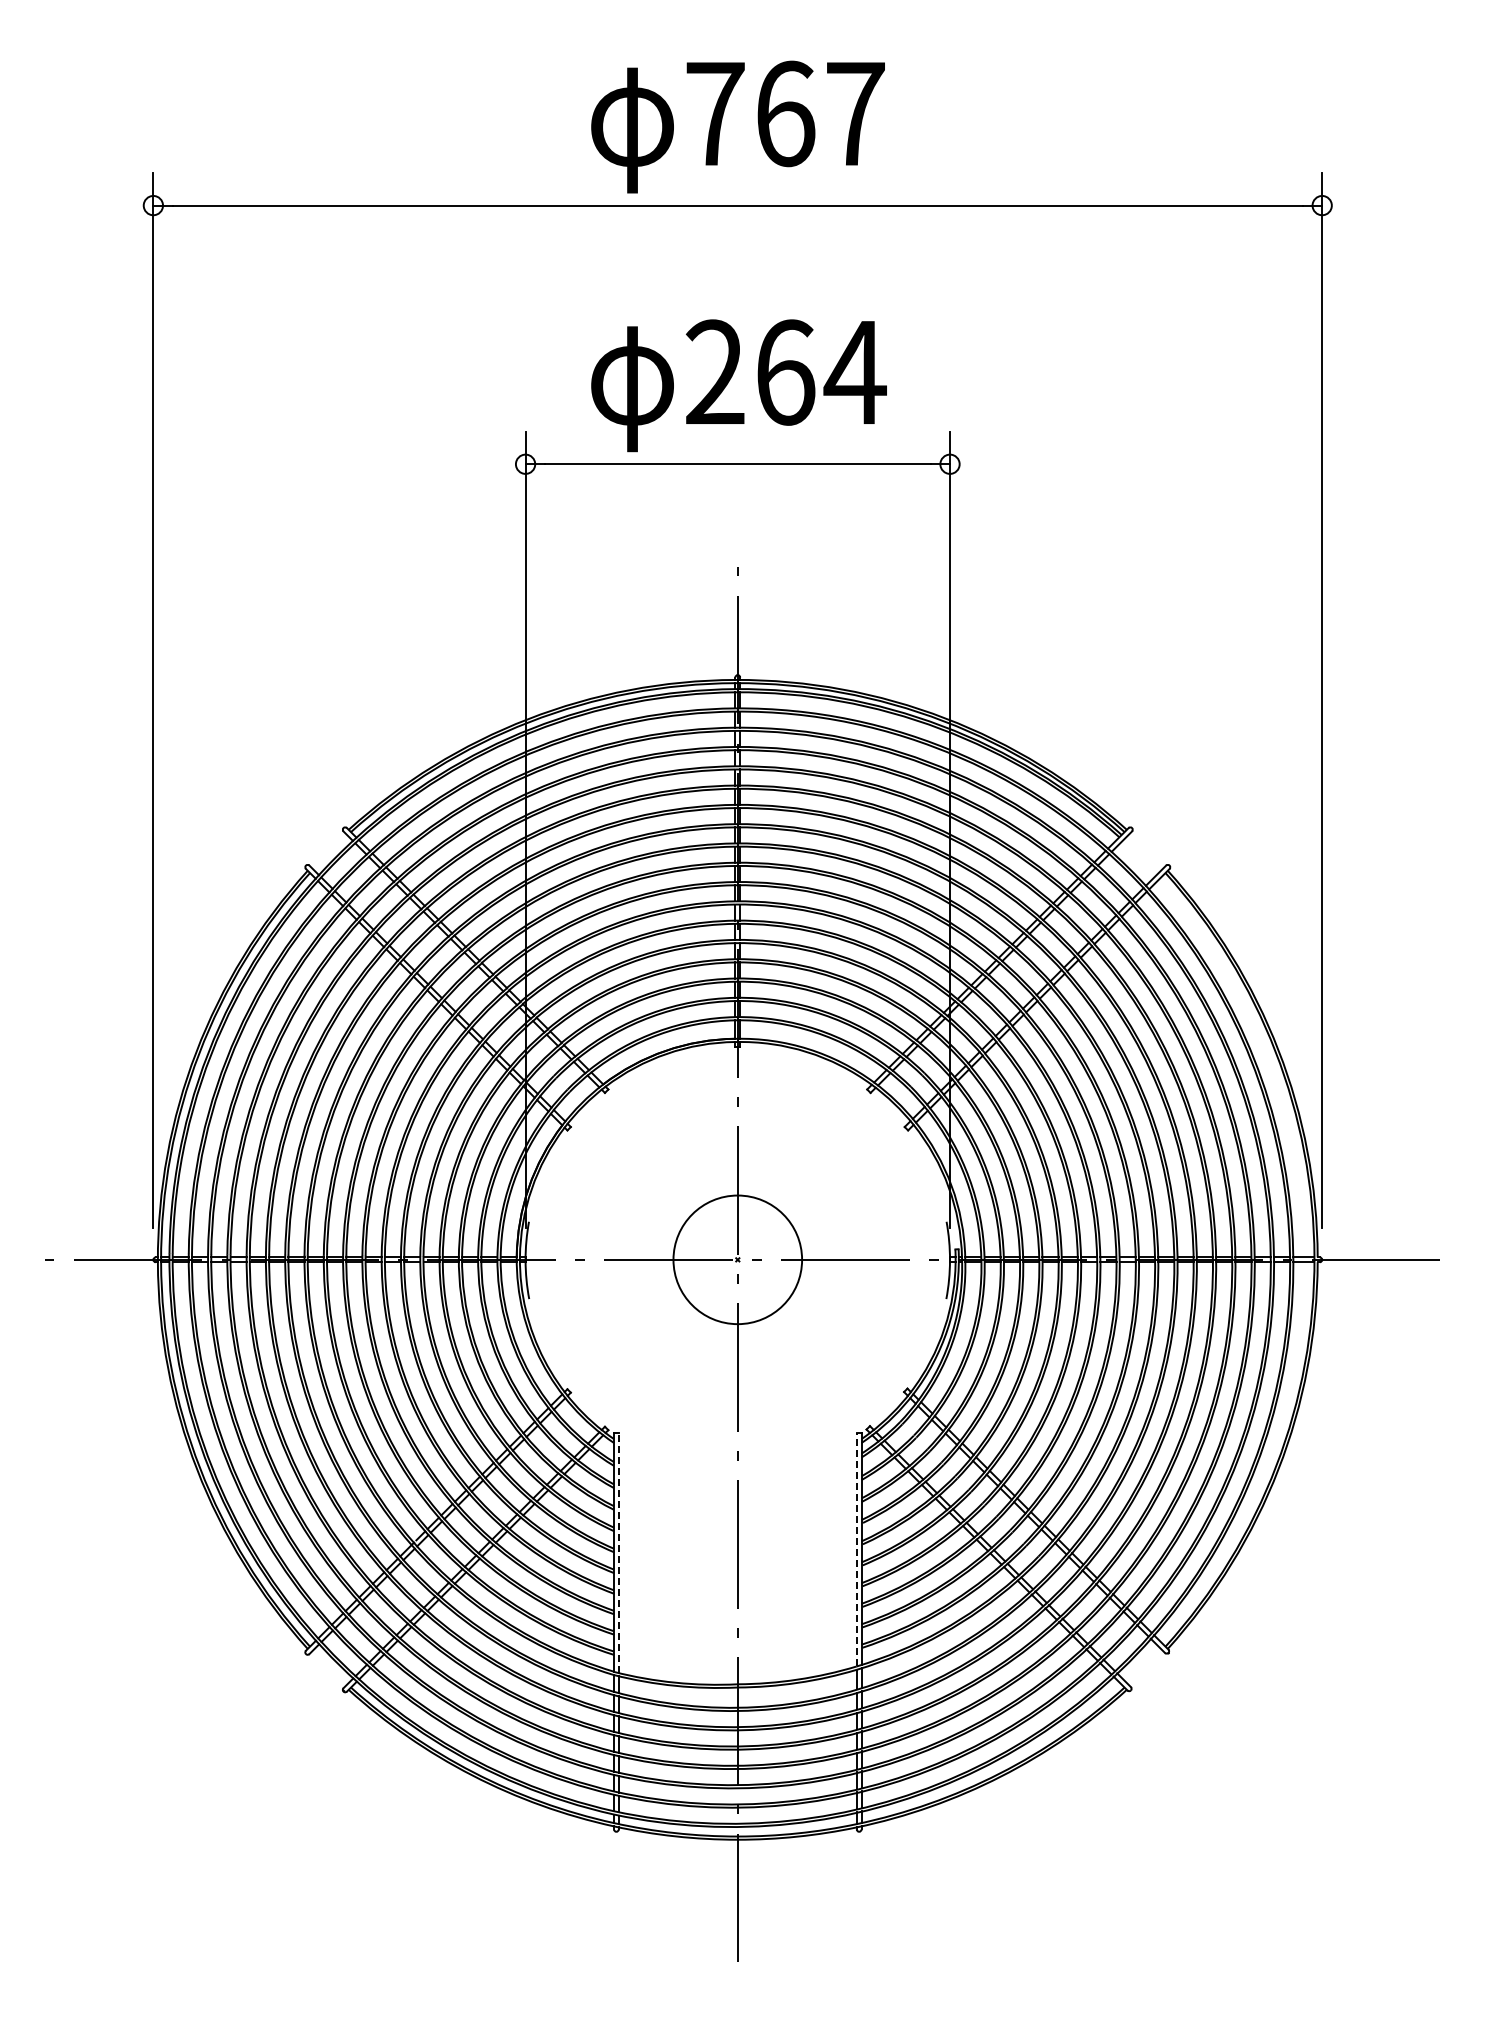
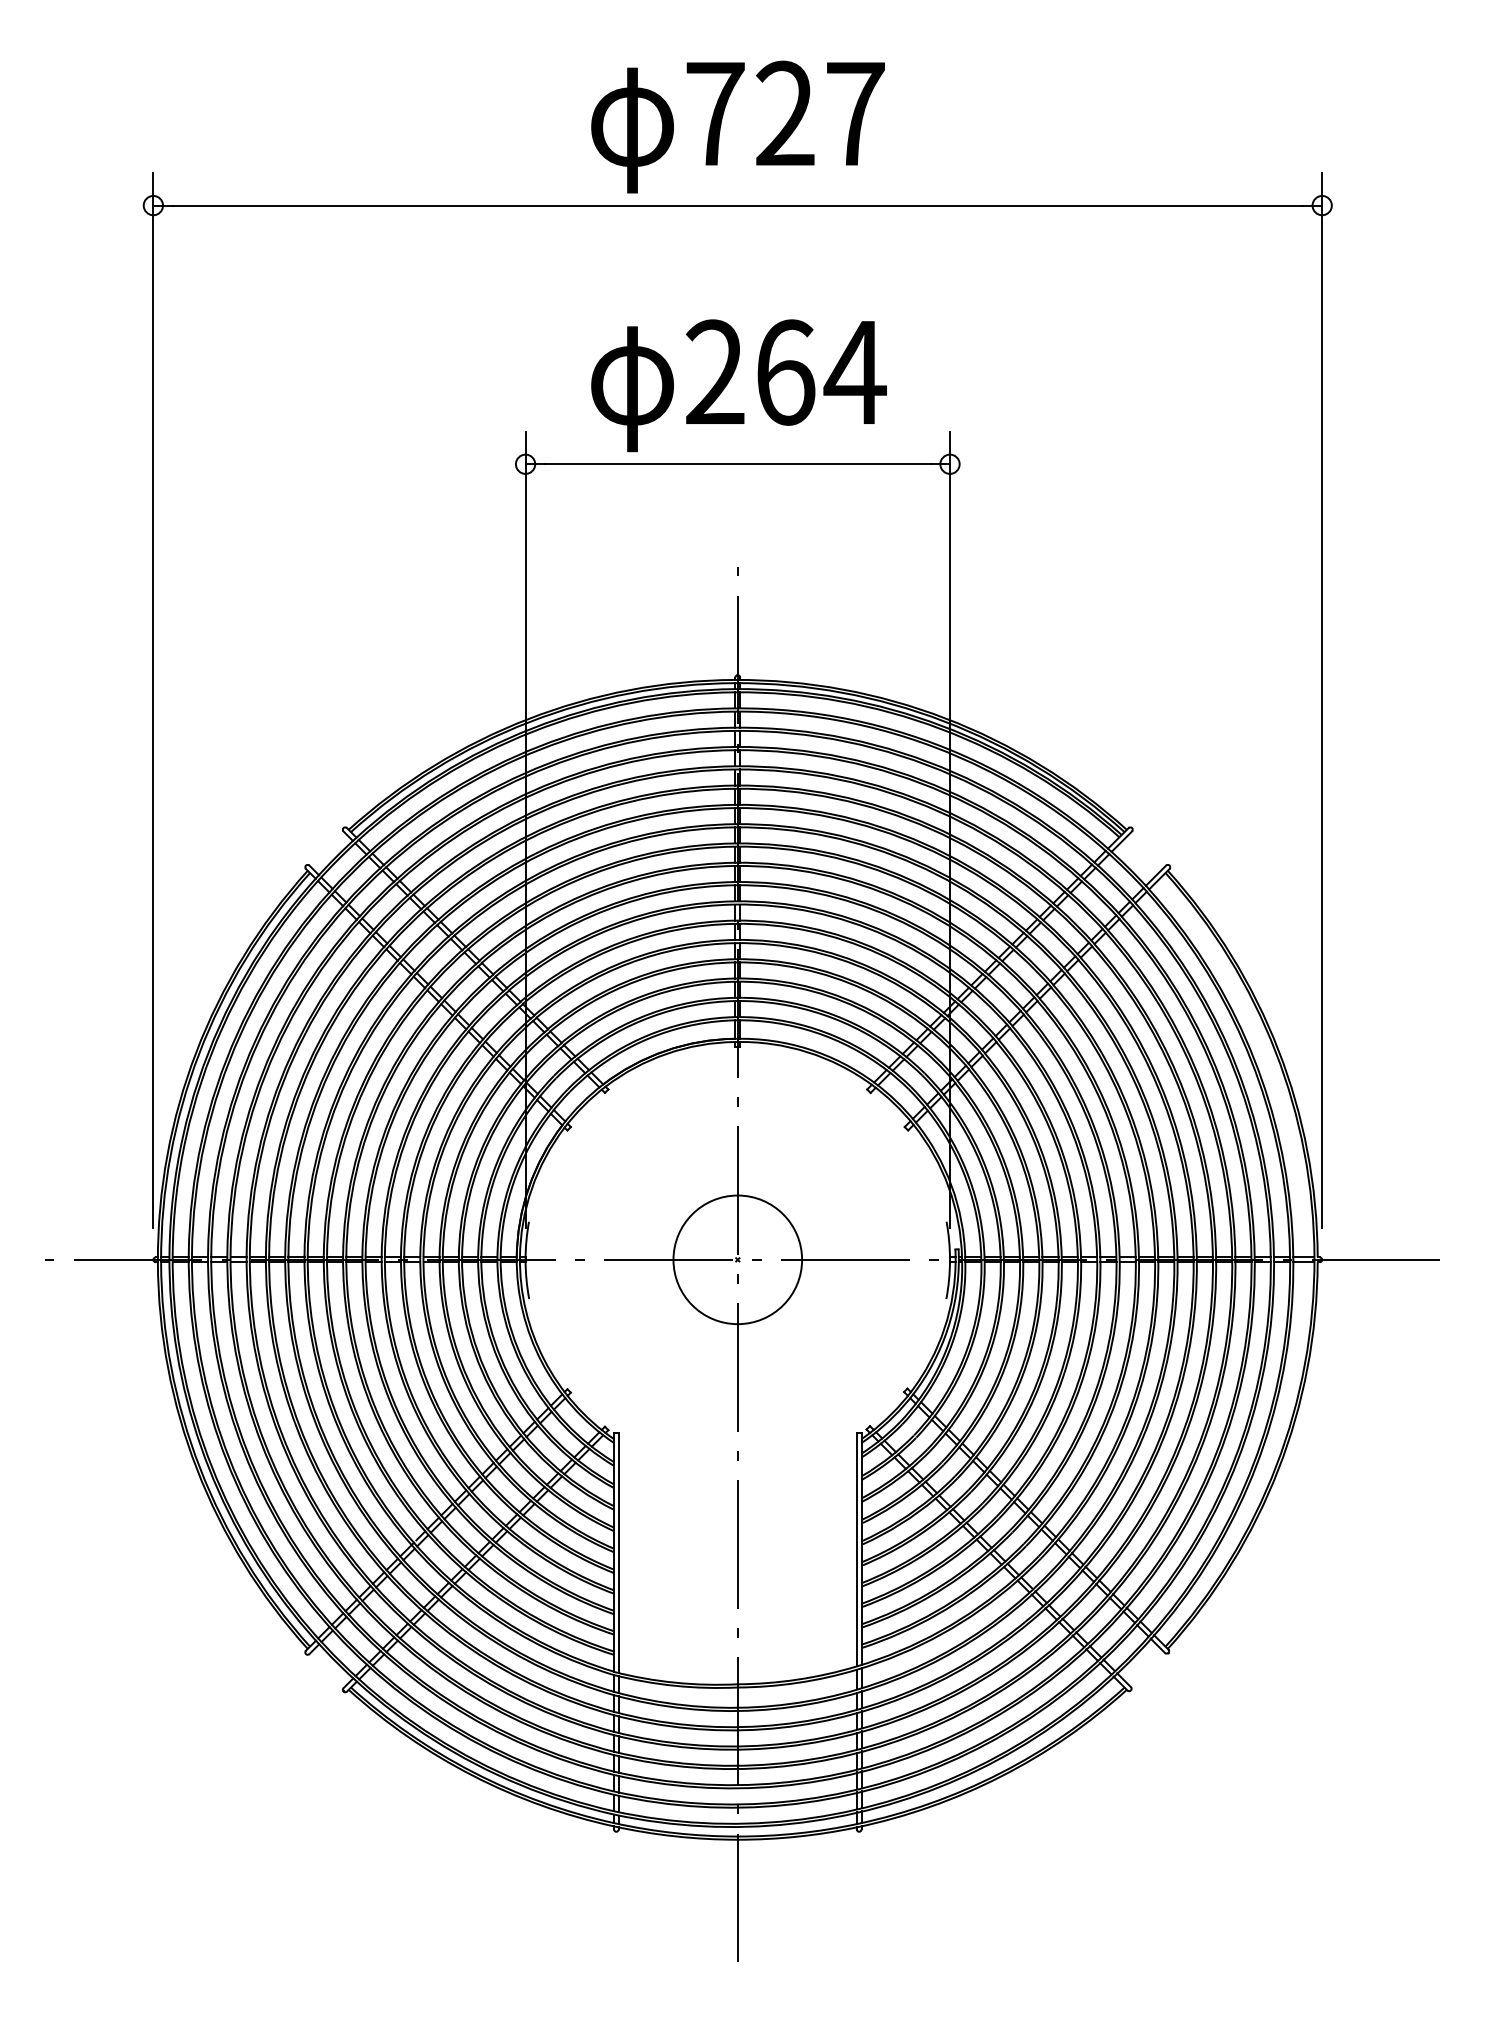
text at (785, 113): 767 -> 727
line at (856, 1549): dashed -> solid
line at (618, 1553): dashed -> solid
